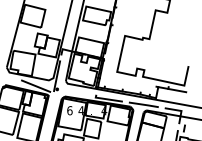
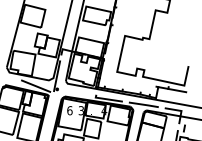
text at (80, 110): 4 -> 3
